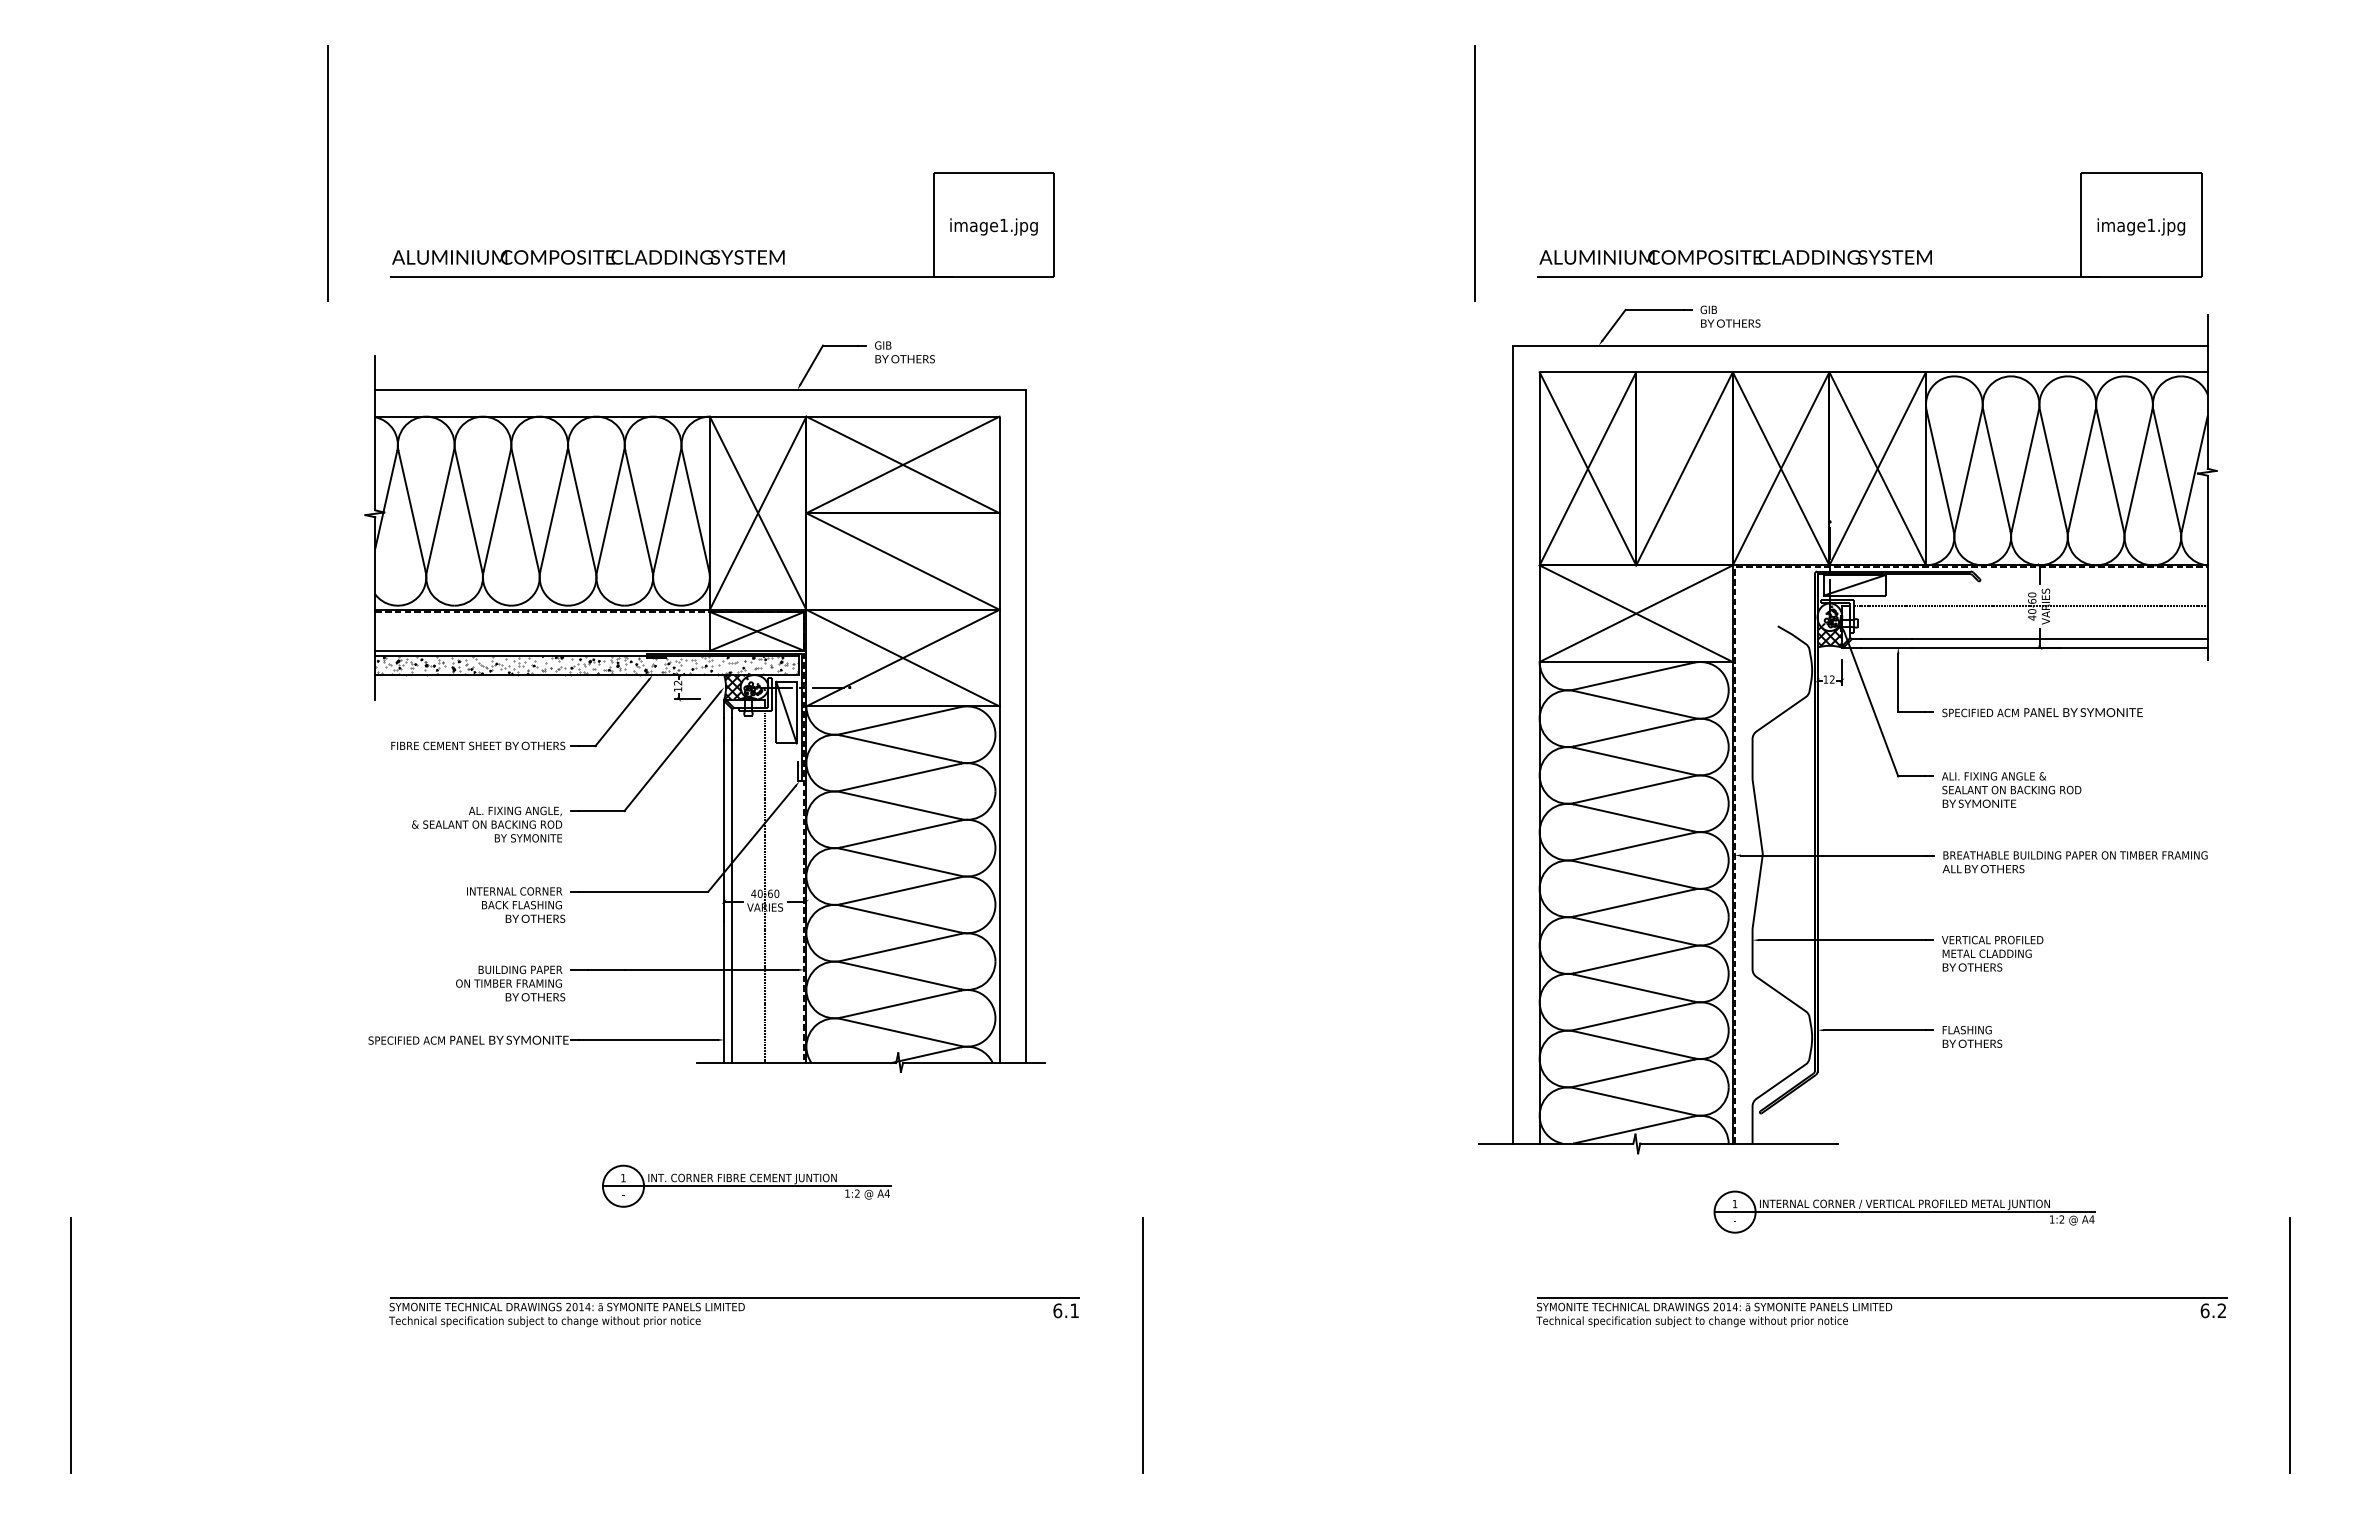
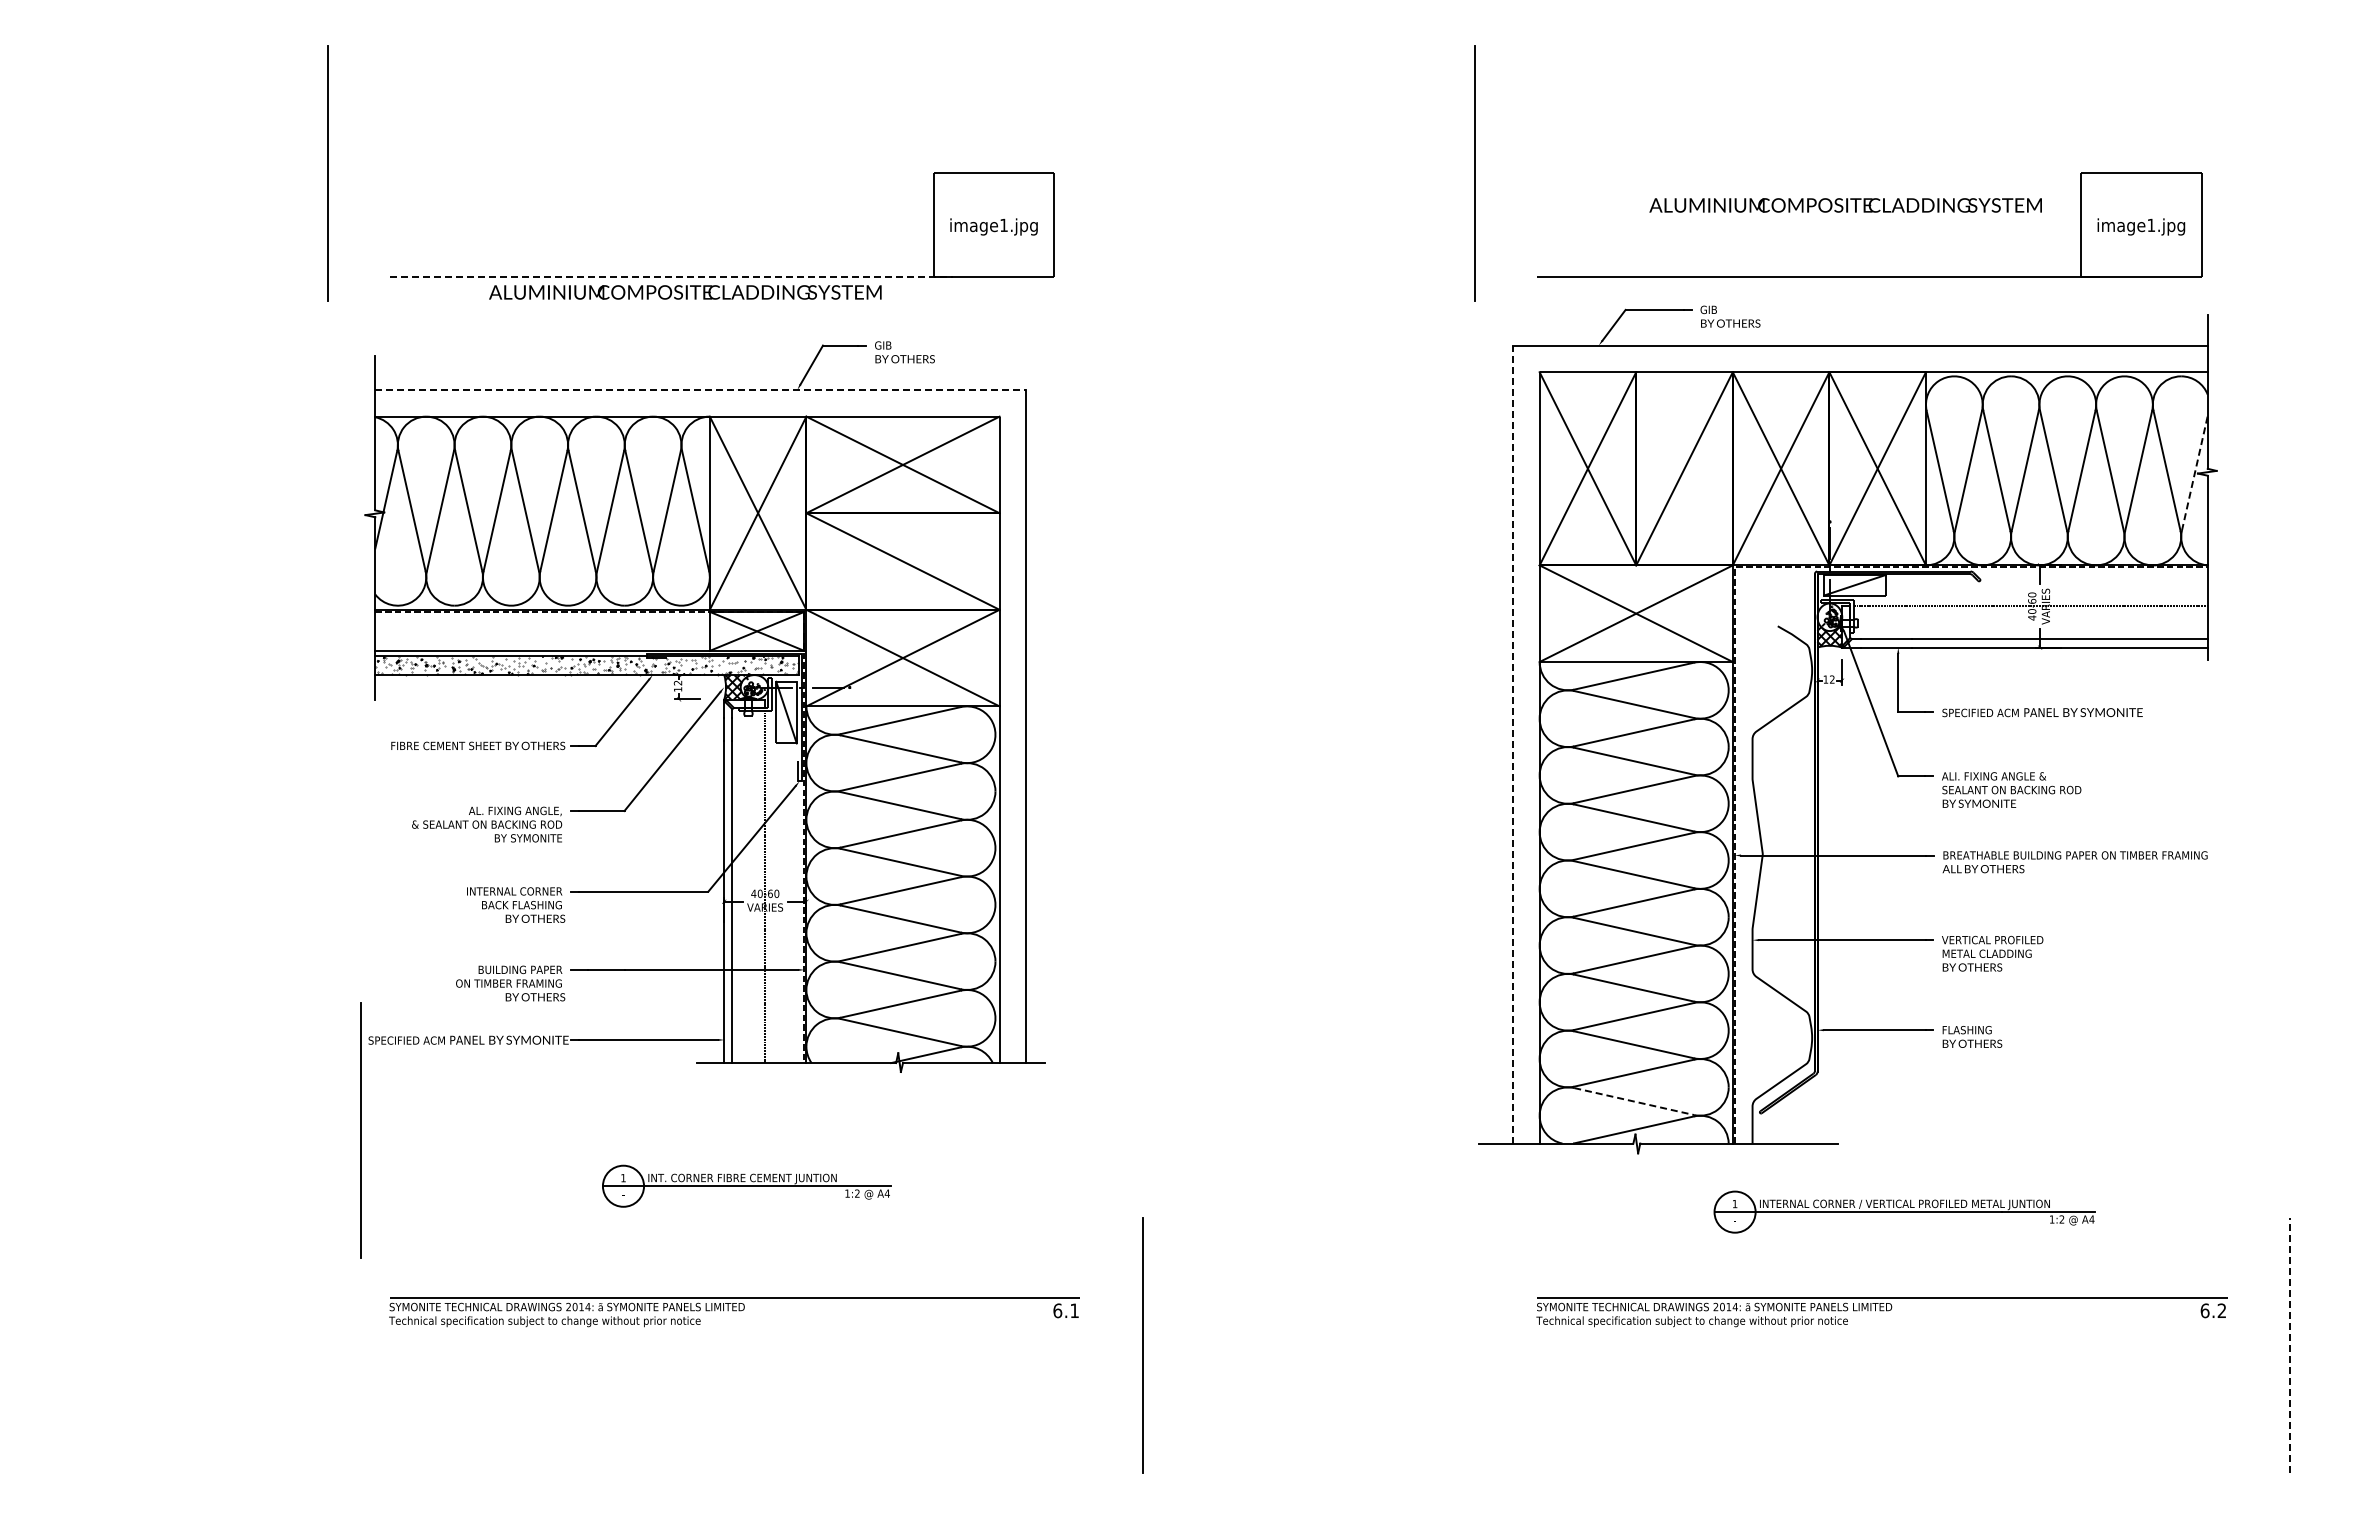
text at (588, 257) position: (588, 257) -> (685, 292)
text at (1735, 257) position: (1735, 257) -> (1845, 205)
line at (671, 277): solid -> dashed
line at (701, 389): solid -> dashed
line at (2194, 473): solid -> dashed
line at (1512, 744): solid -> dashed
line at (1634, 1101): solid -> dashed
line at (70, 1345) position: (70, 1345) -> (360, 1130)
line at (2290, 1345): solid -> dashed
